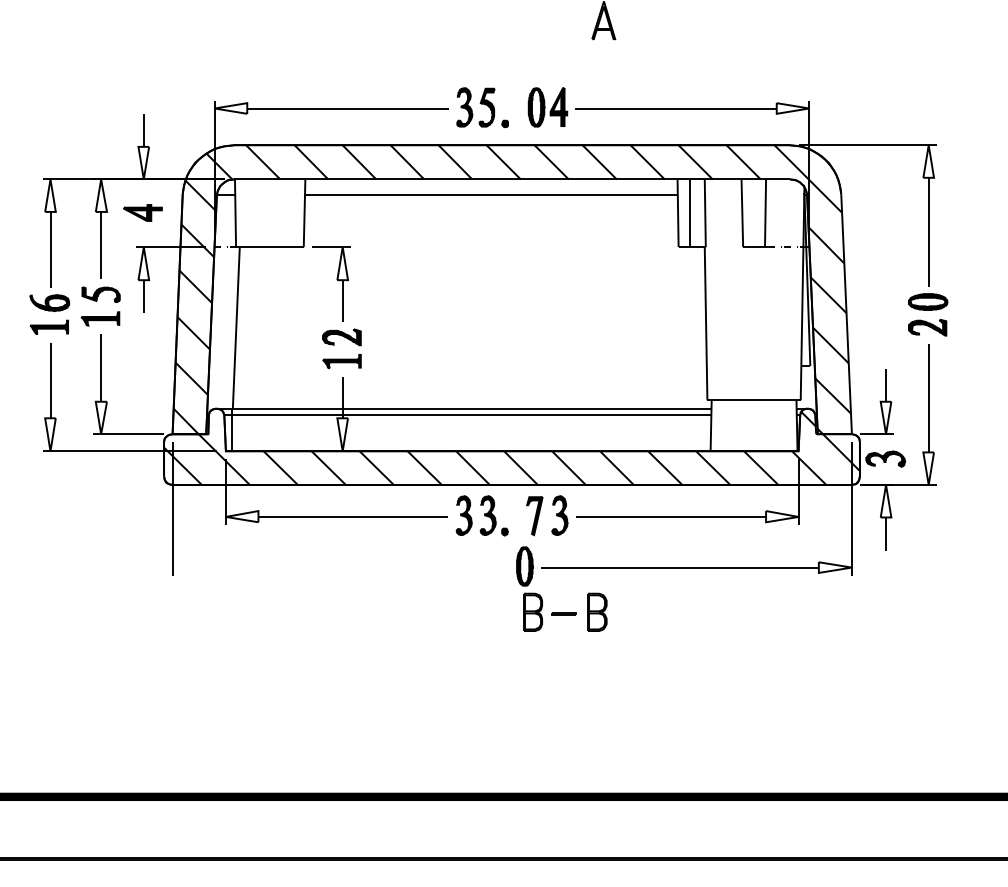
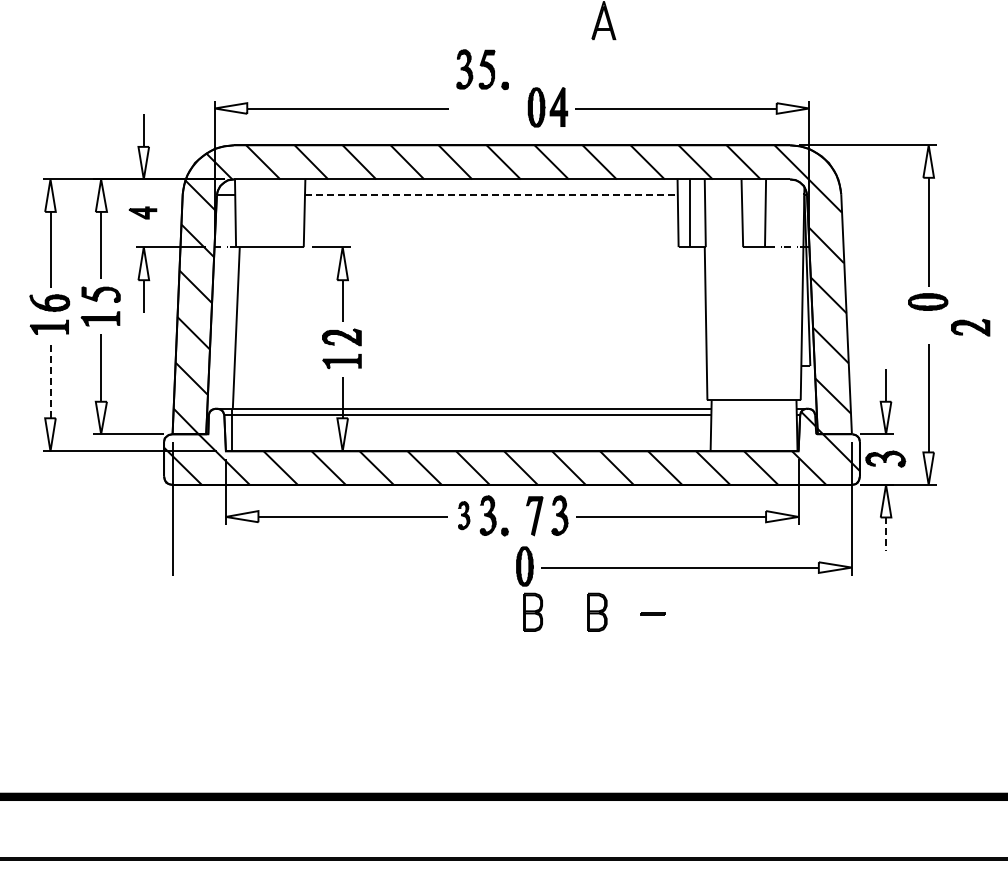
part at (482, 107) position: (482, 107) -> (482, 69)
line at (491, 195): solid -> dashed
part at (142, 212) size: 40x18 px -> 30x14 px
part at (927, 327) position: (927, 327) -> (970, 327)
line at (50, 380): solid -> dashed
part at (463, 515) size: 18x41 px -> 13x30 px
line at (886, 534): solid -> dashed
line at (563, 613) position: (563, 613) -> (652, 613)
